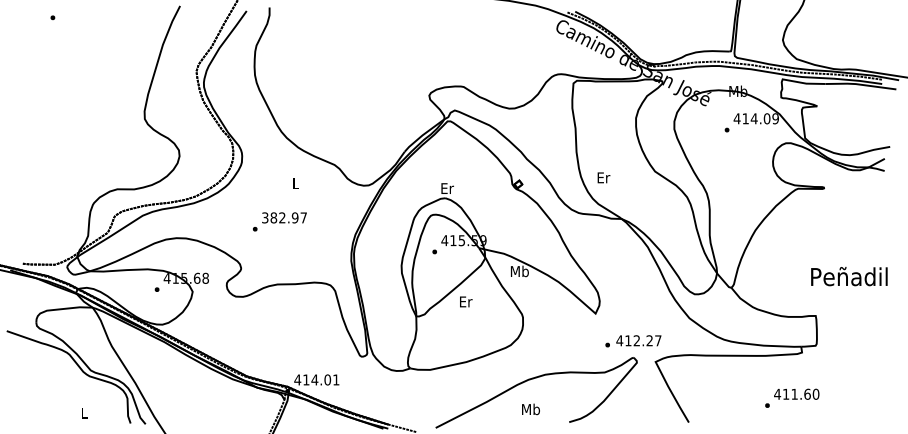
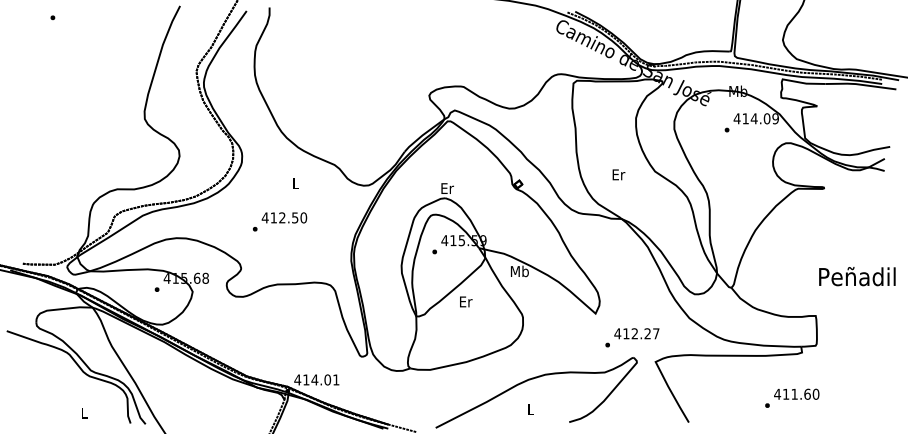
text at (603, 177) position: (603, 177) -> (618, 174)
text at (284, 217): 382.97 -> 412.50
text at (849, 276) position: (849, 276) -> (857, 276)
text at (638, 340) position: (638, 340) -> (636, 333)
text at (530, 409): Mb -> L
